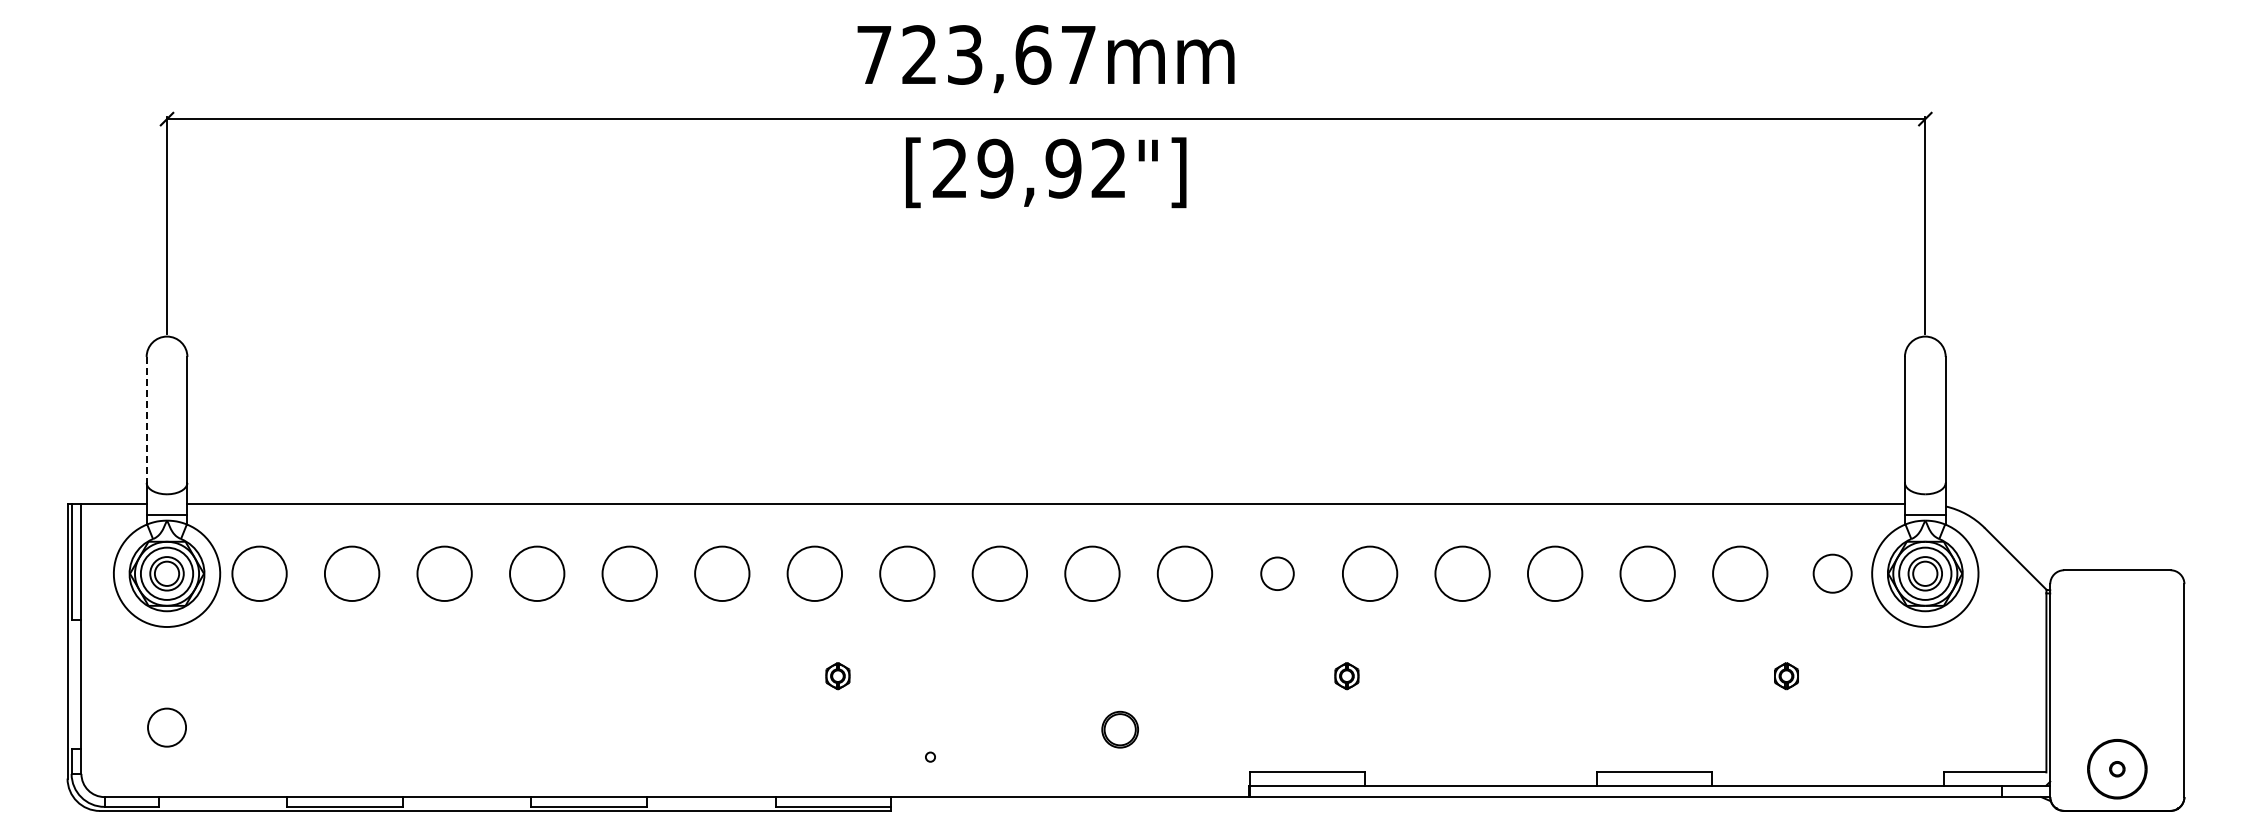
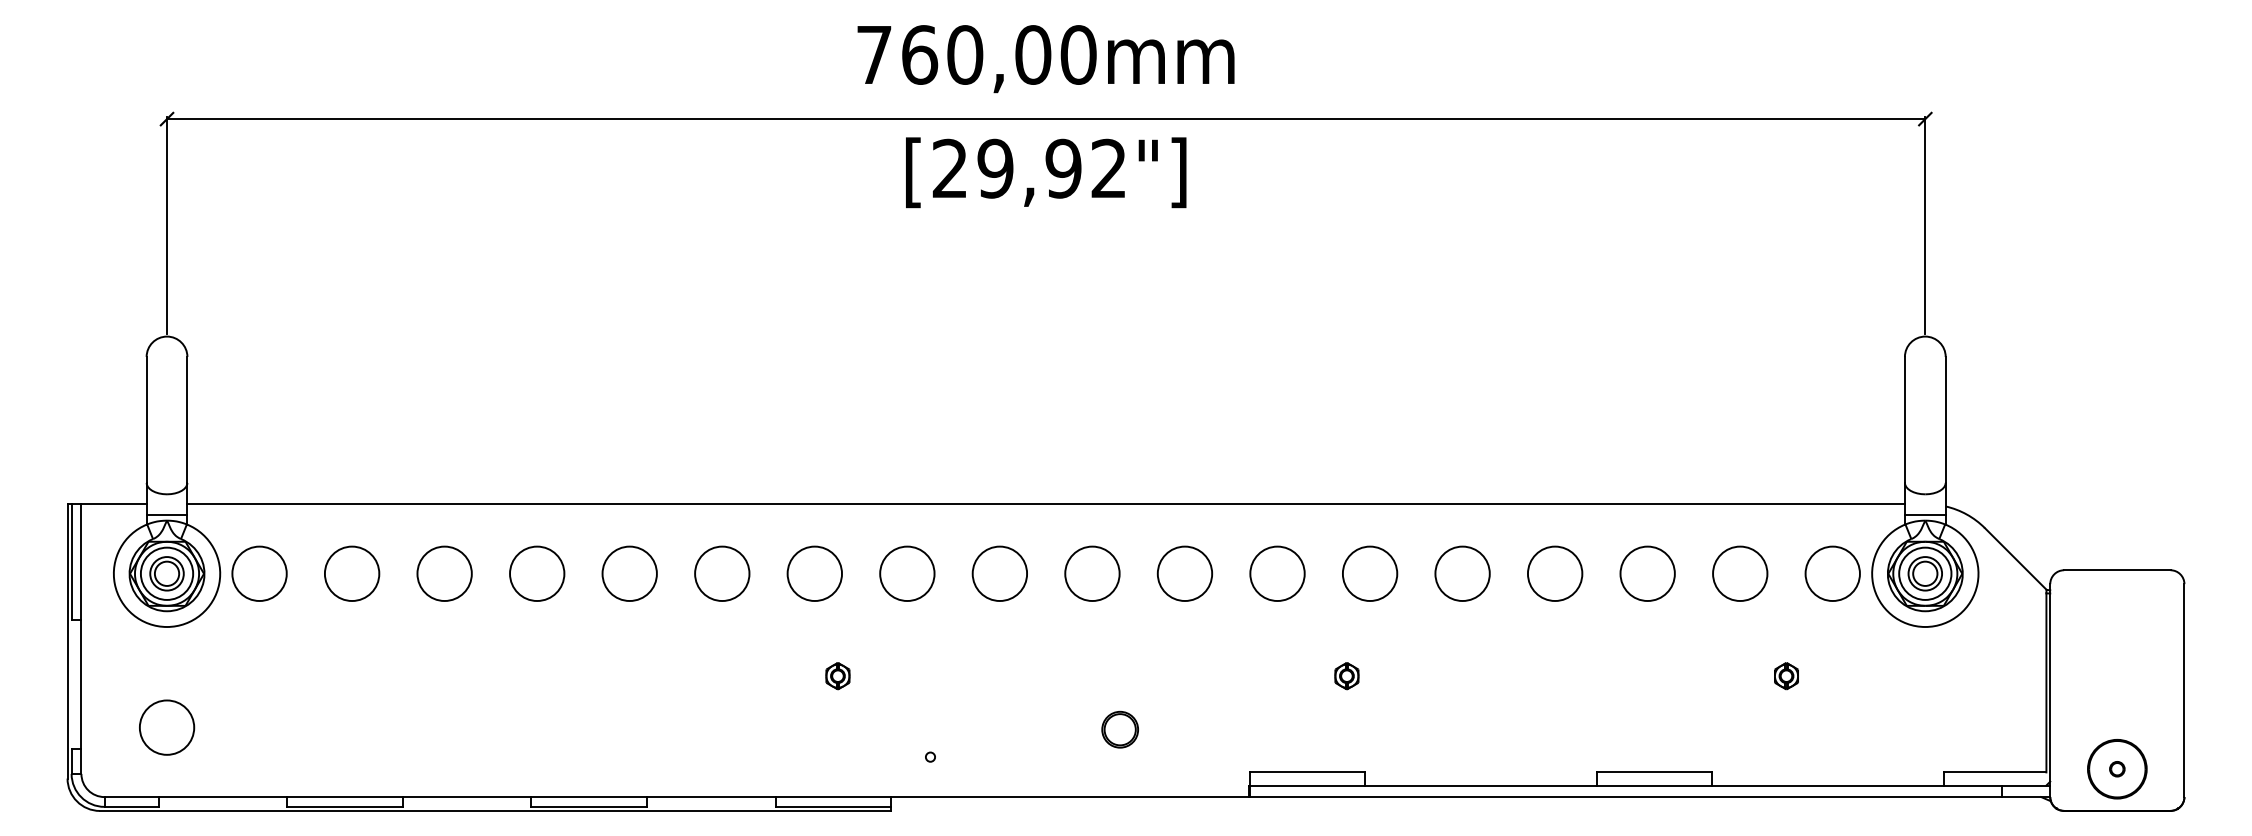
text at (999, 54): 723,67mm -> 760,00mm
line at (146, 419): dashed -> solid
circle at (1277, 573) diameter: 33 px -> 54 px
circle at (1832, 573) size: 41x41 px -> 57x57 px
circle at (167, 727) diameter: 38 px -> 54 px
